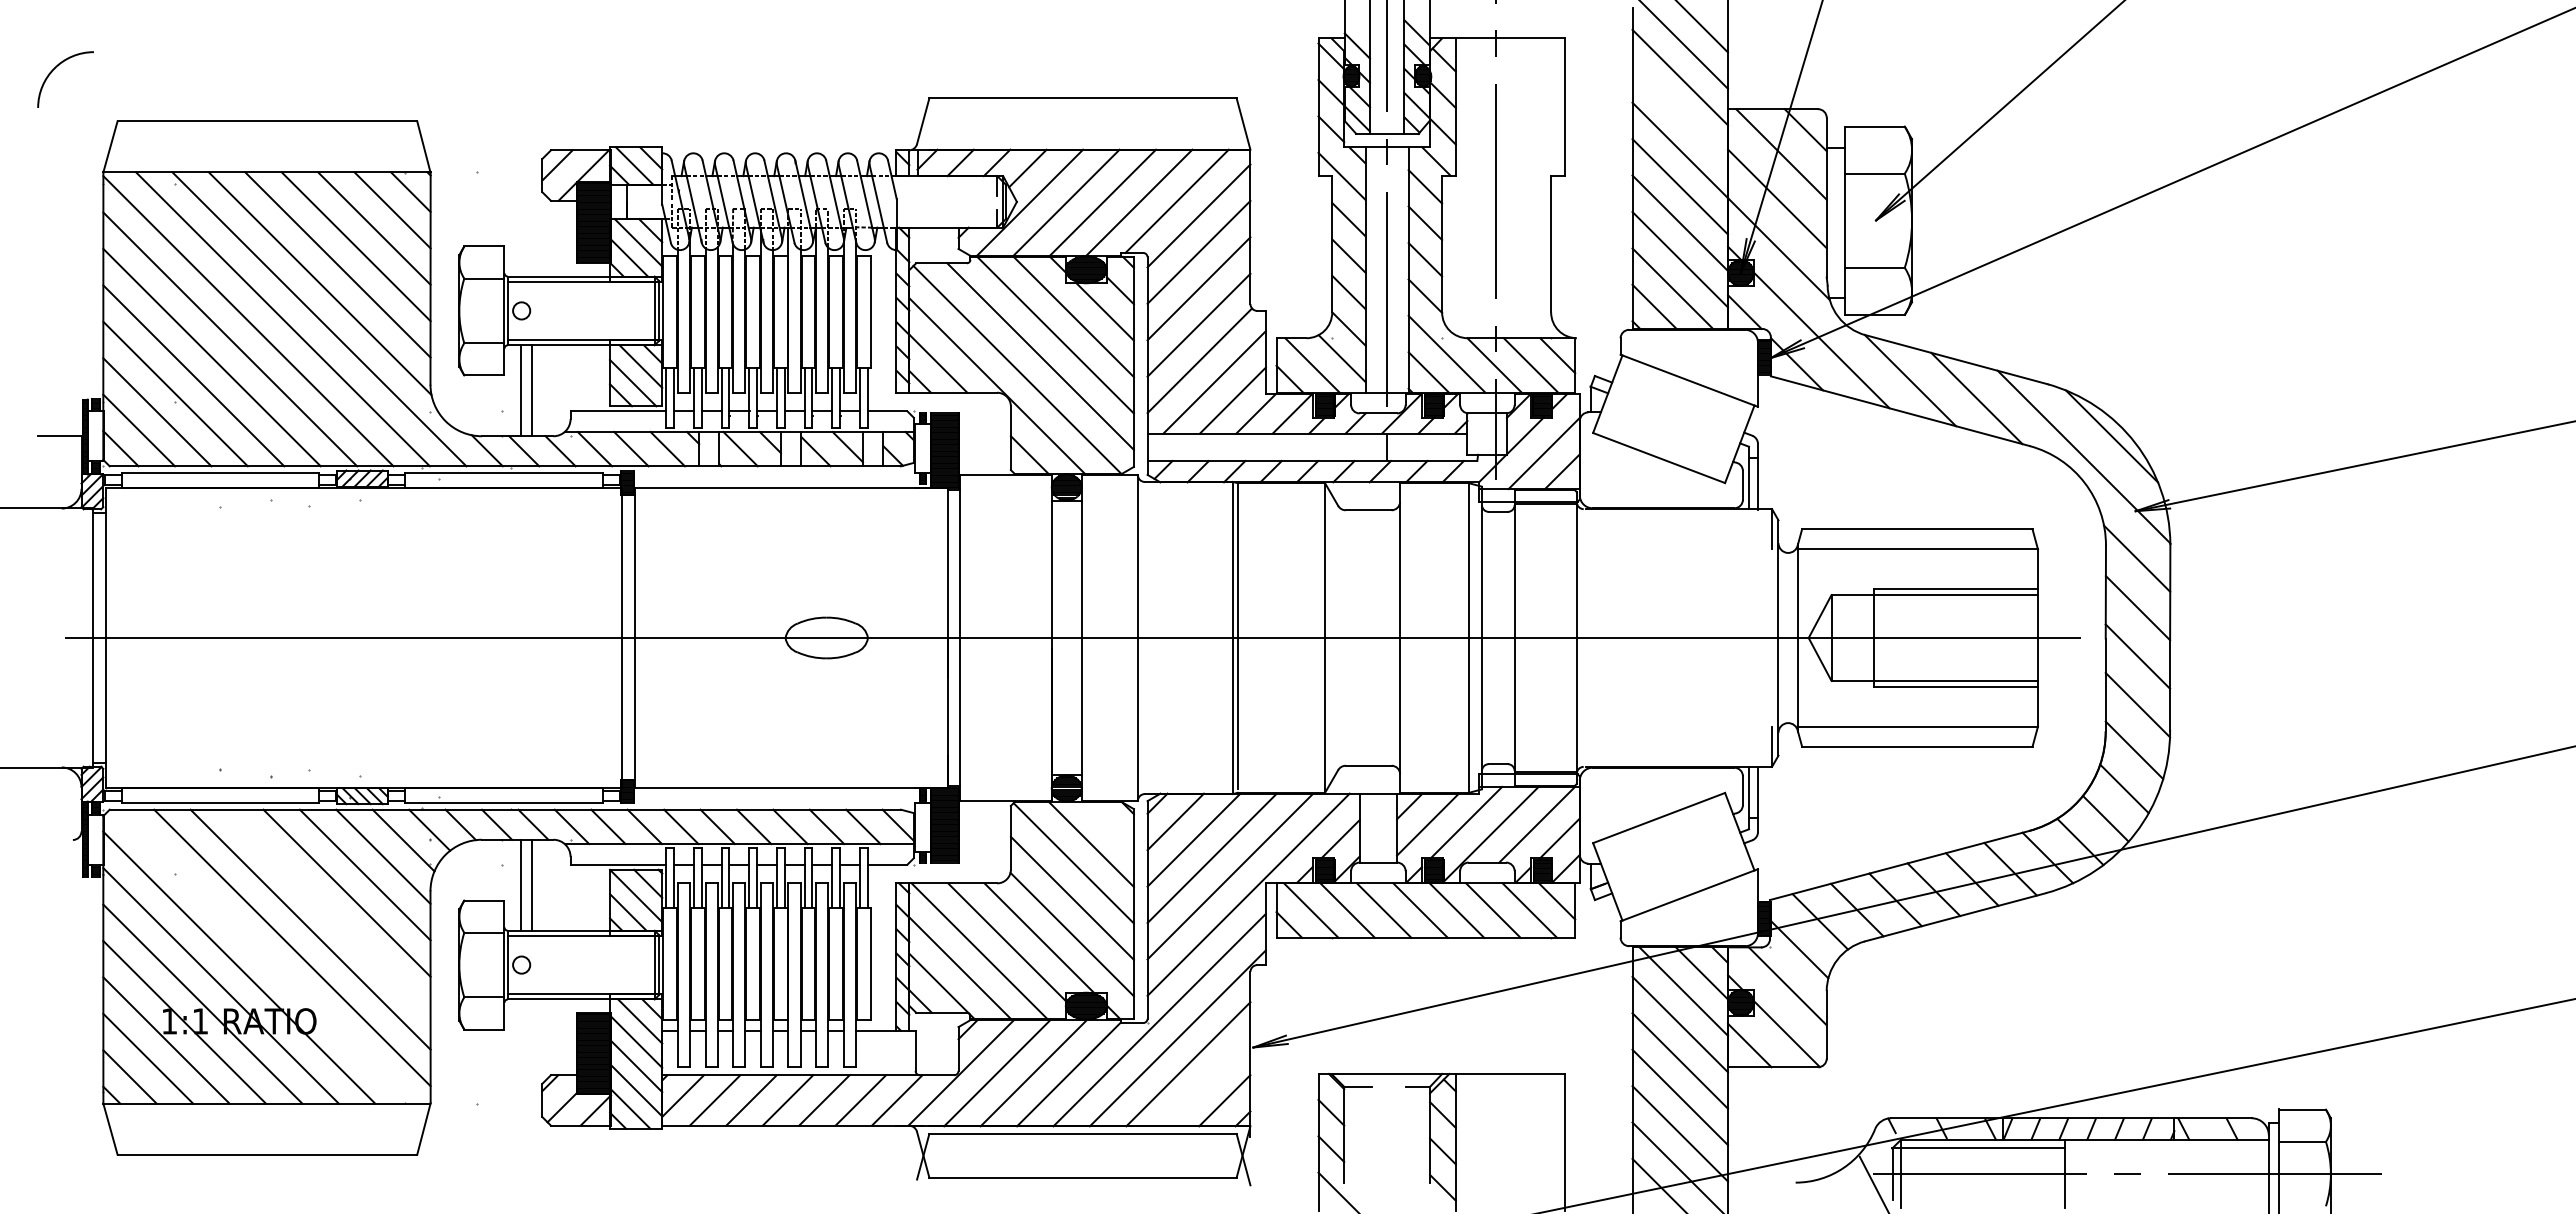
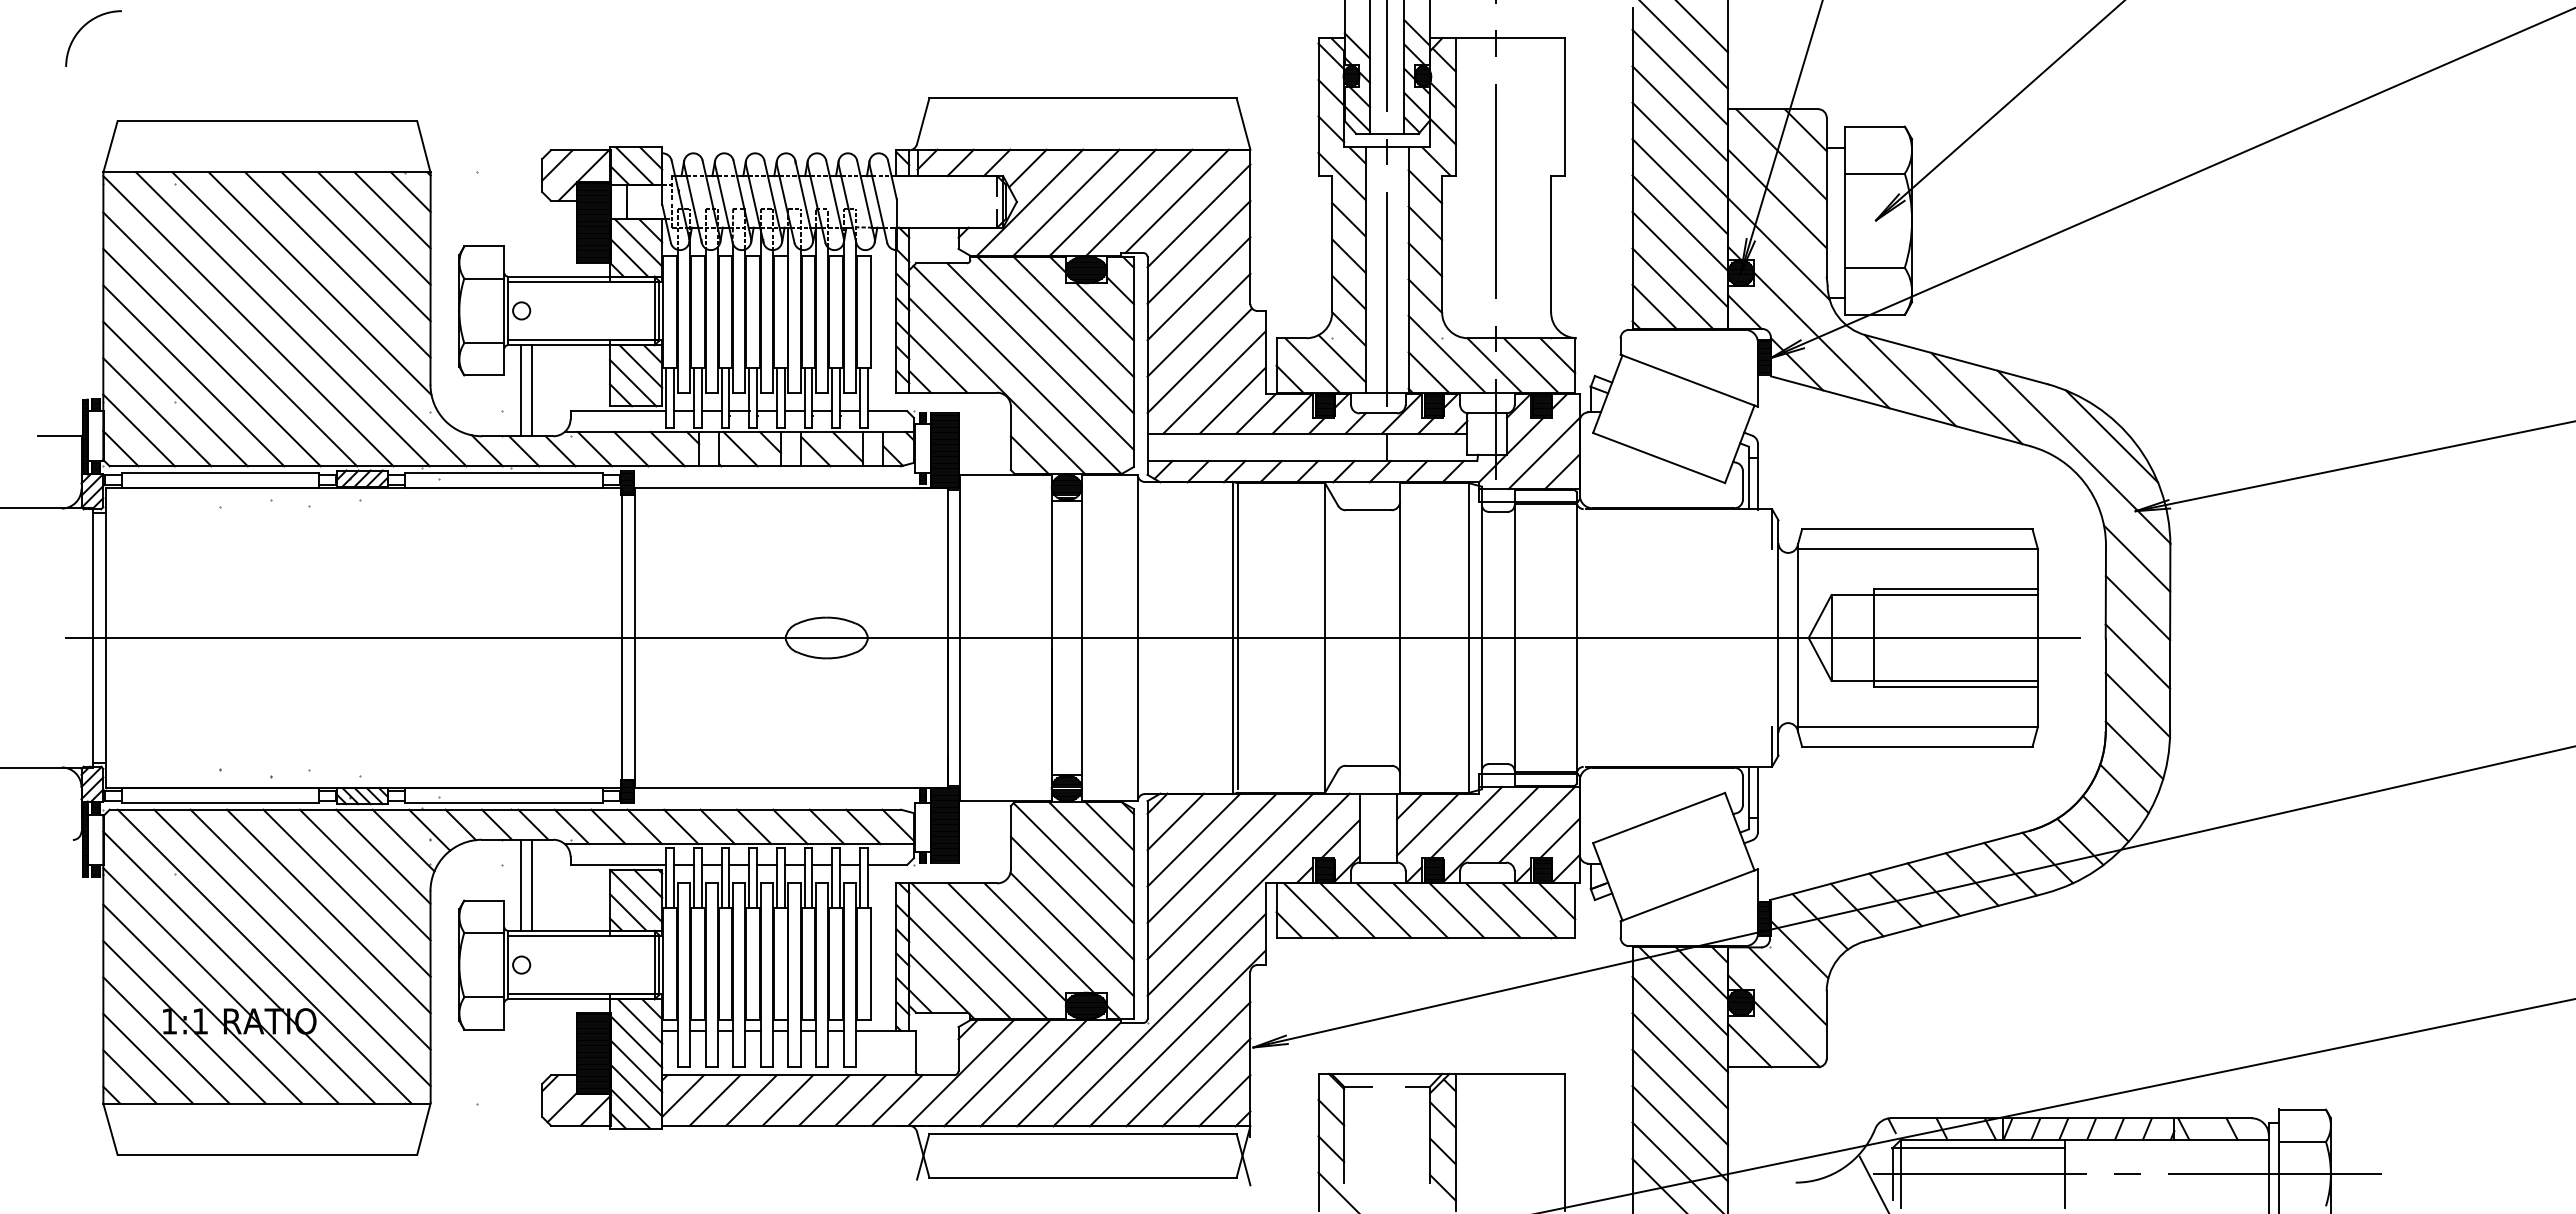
arc at (58, 66) position: (58, 66) -> (86, 25)
line at (1680, 113): none -> present
line at (1108, 825): none -> present
line at (328, 911): none -> present
line at (264, 956): none -> present
line at (1206, 1082): none -> present
